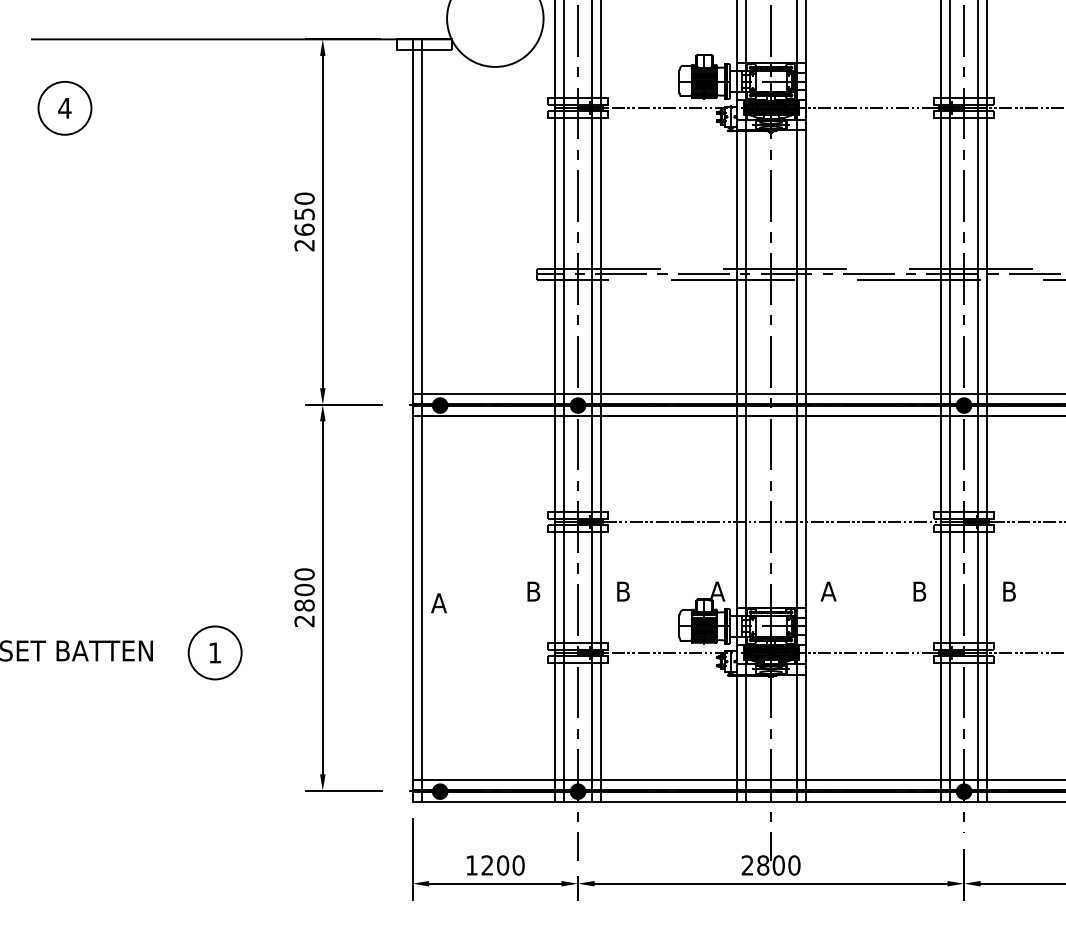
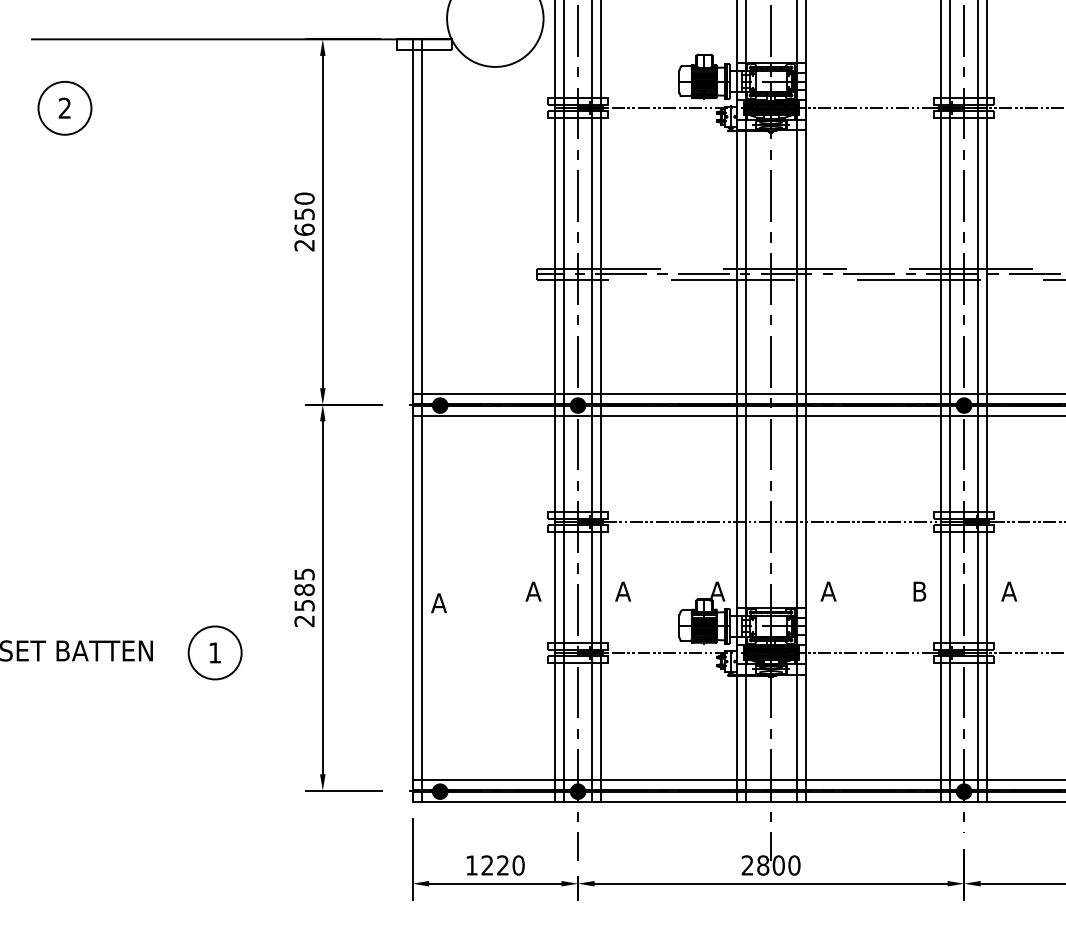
text at (64, 107): 4 -> 2
text at (304, 589): 2800 -> 2585
text at (533, 591): B -> A
text at (623, 591): B -> A
text at (1009, 591): B -> A
text at (503, 865): 1200 -> 1220
